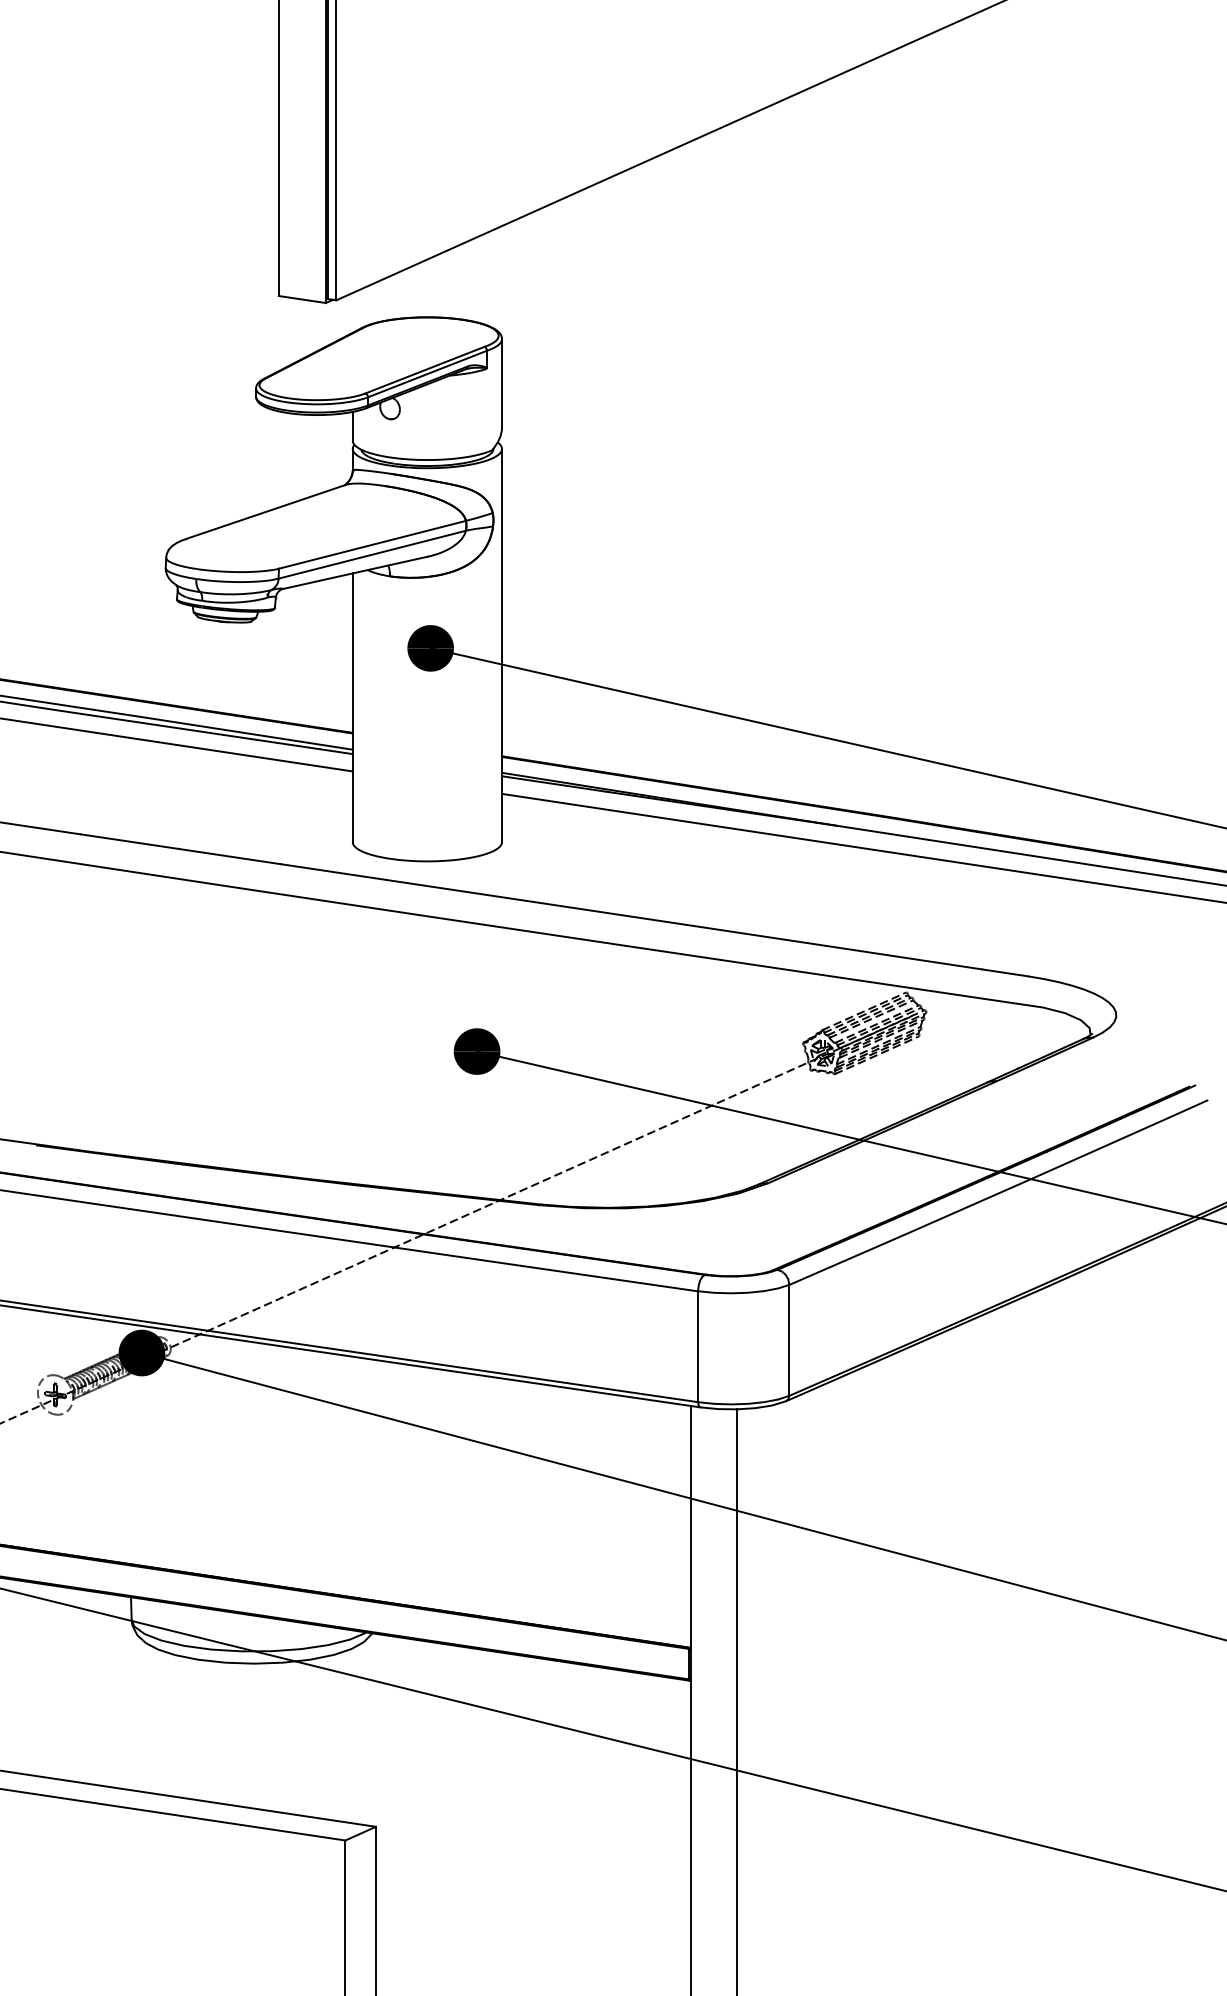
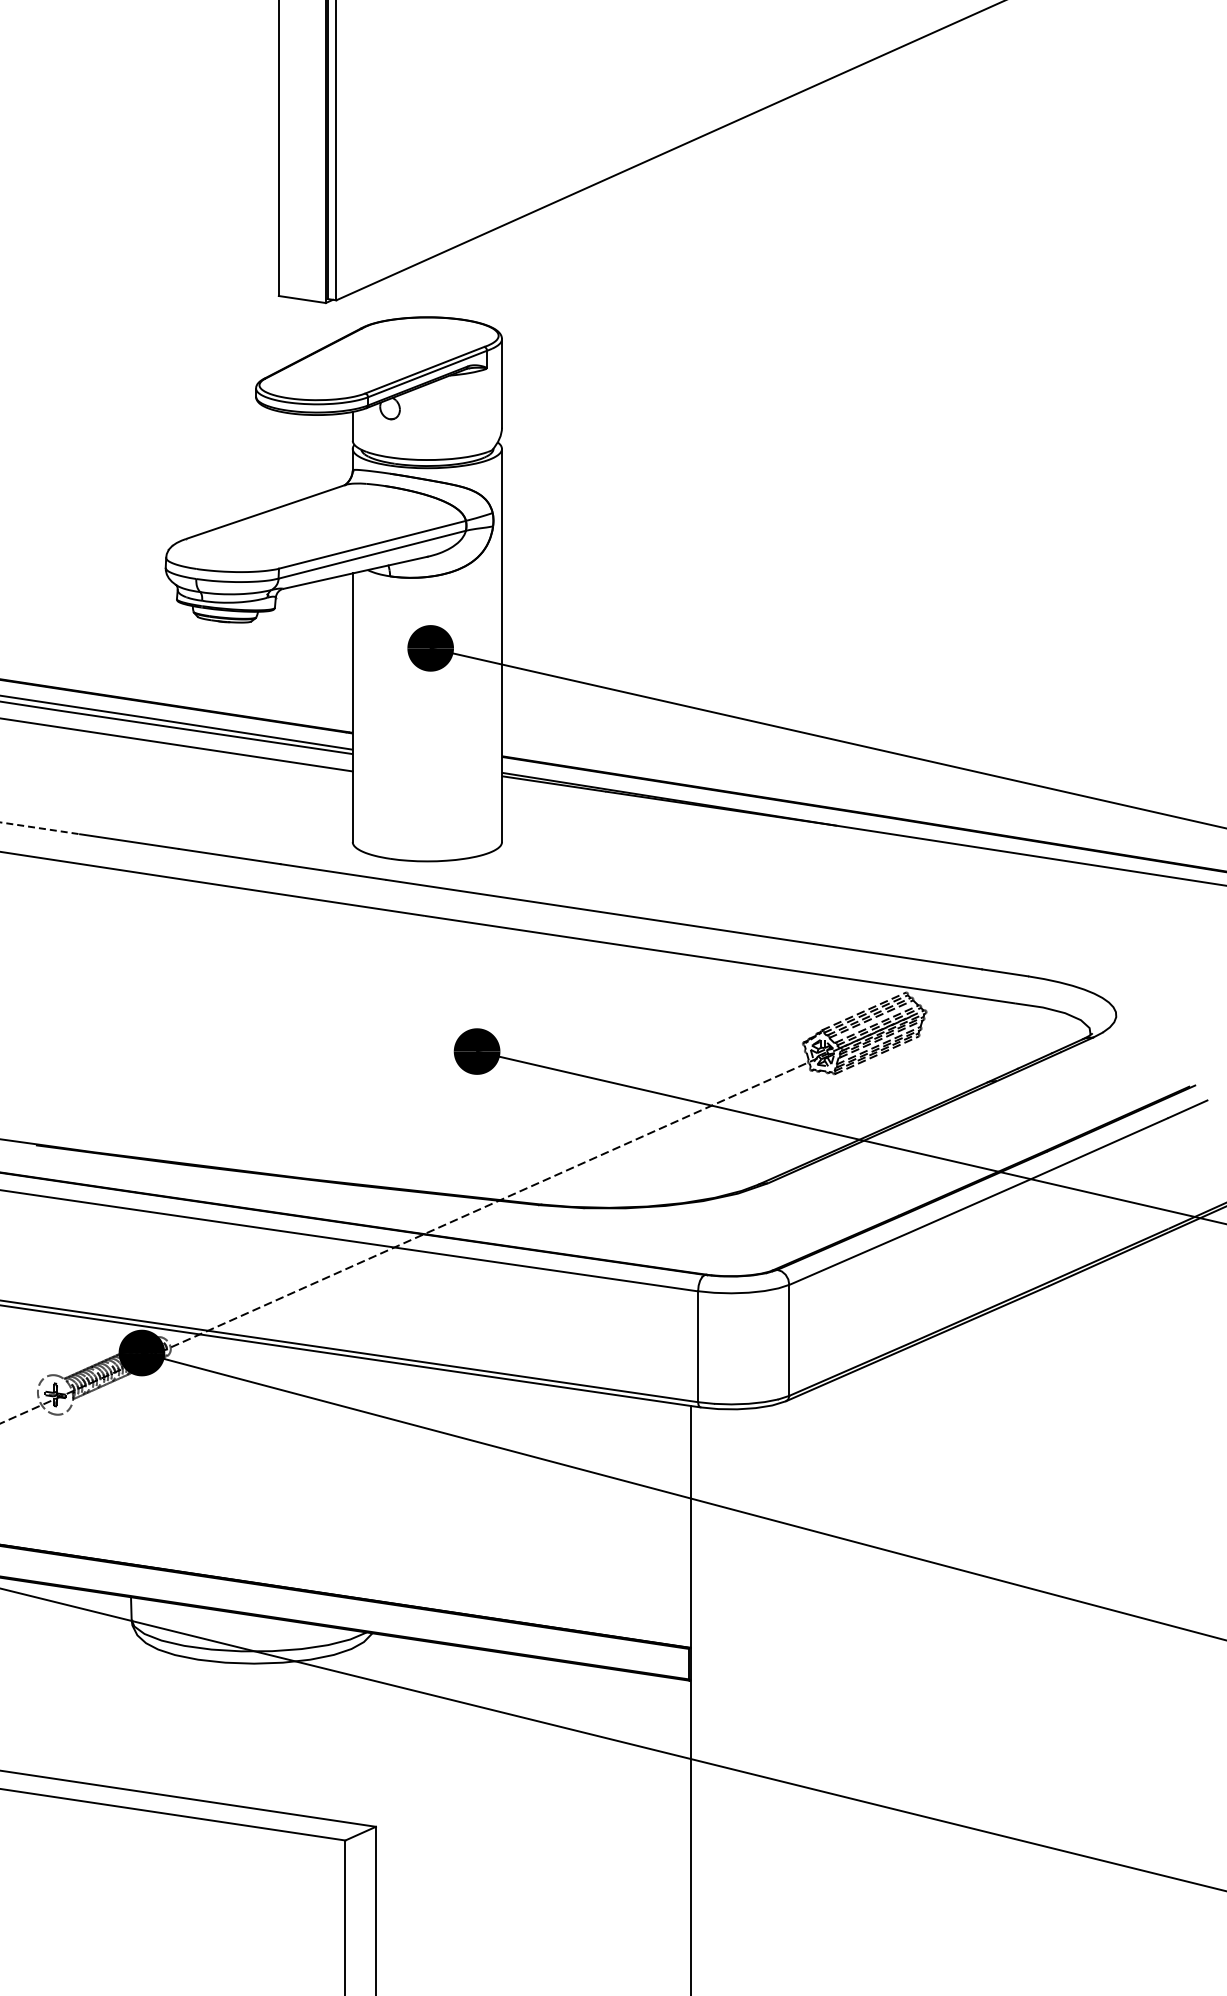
line at (40, 828): solid -> dashed
line at (862, 847): present -> none
line at (737, 1700): present -> none
